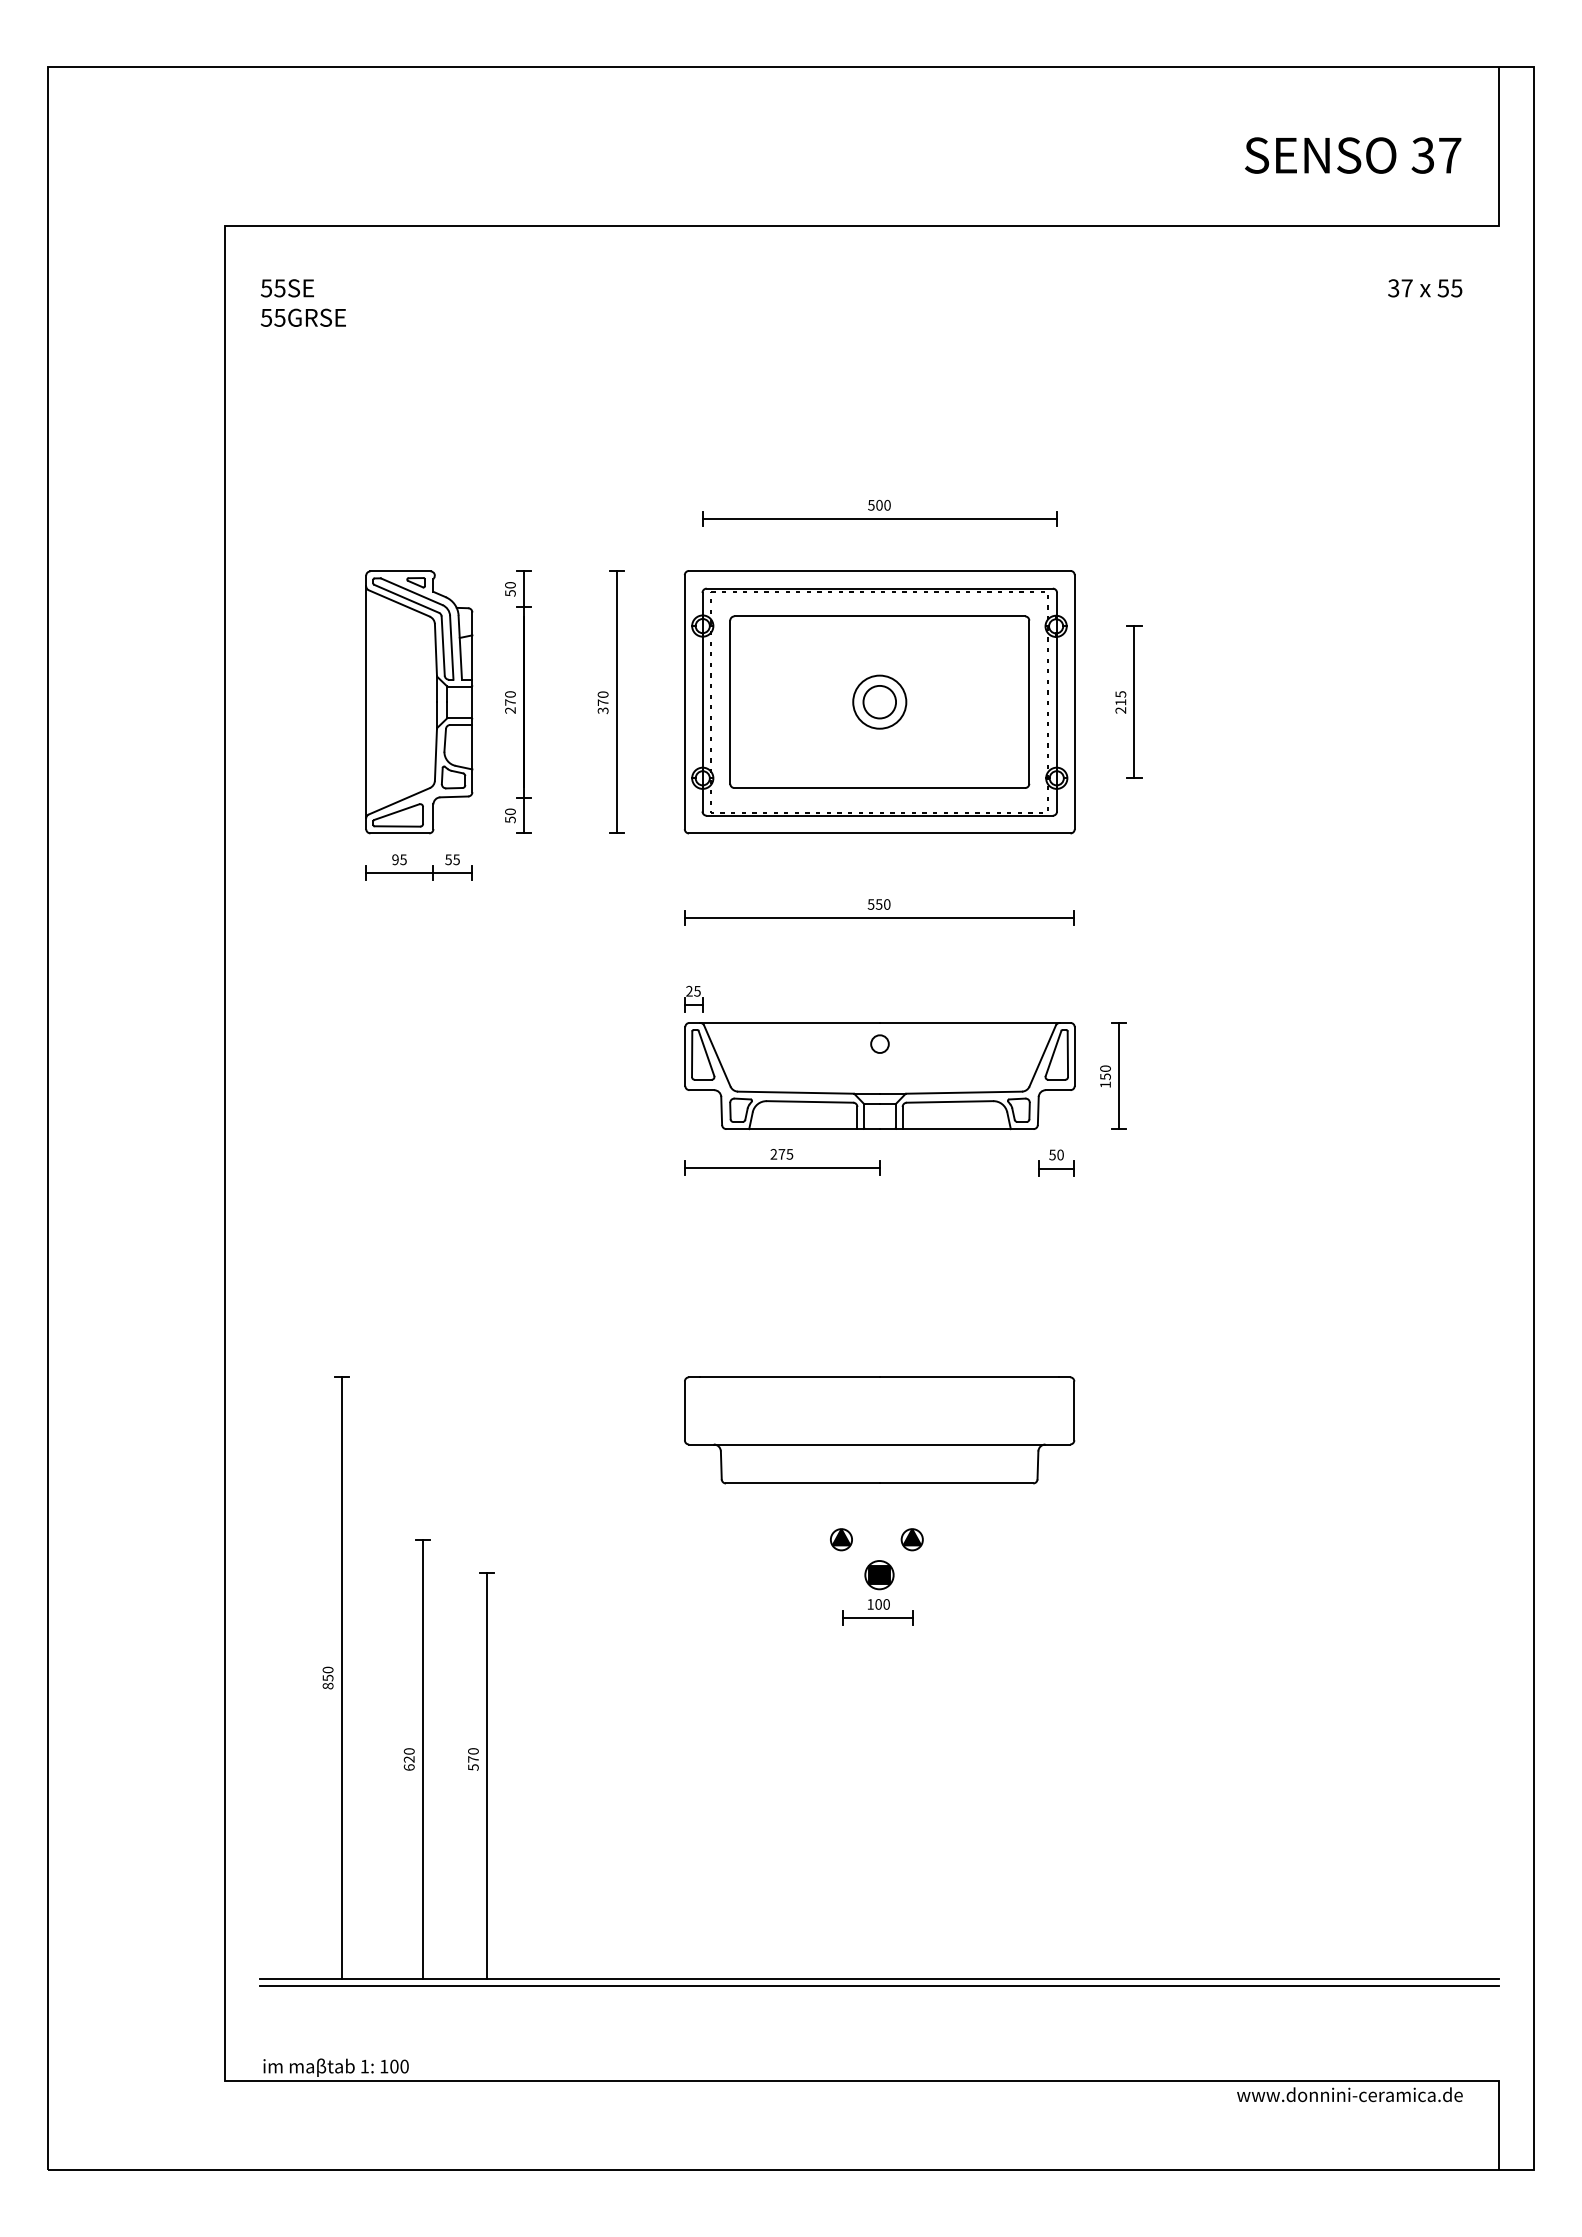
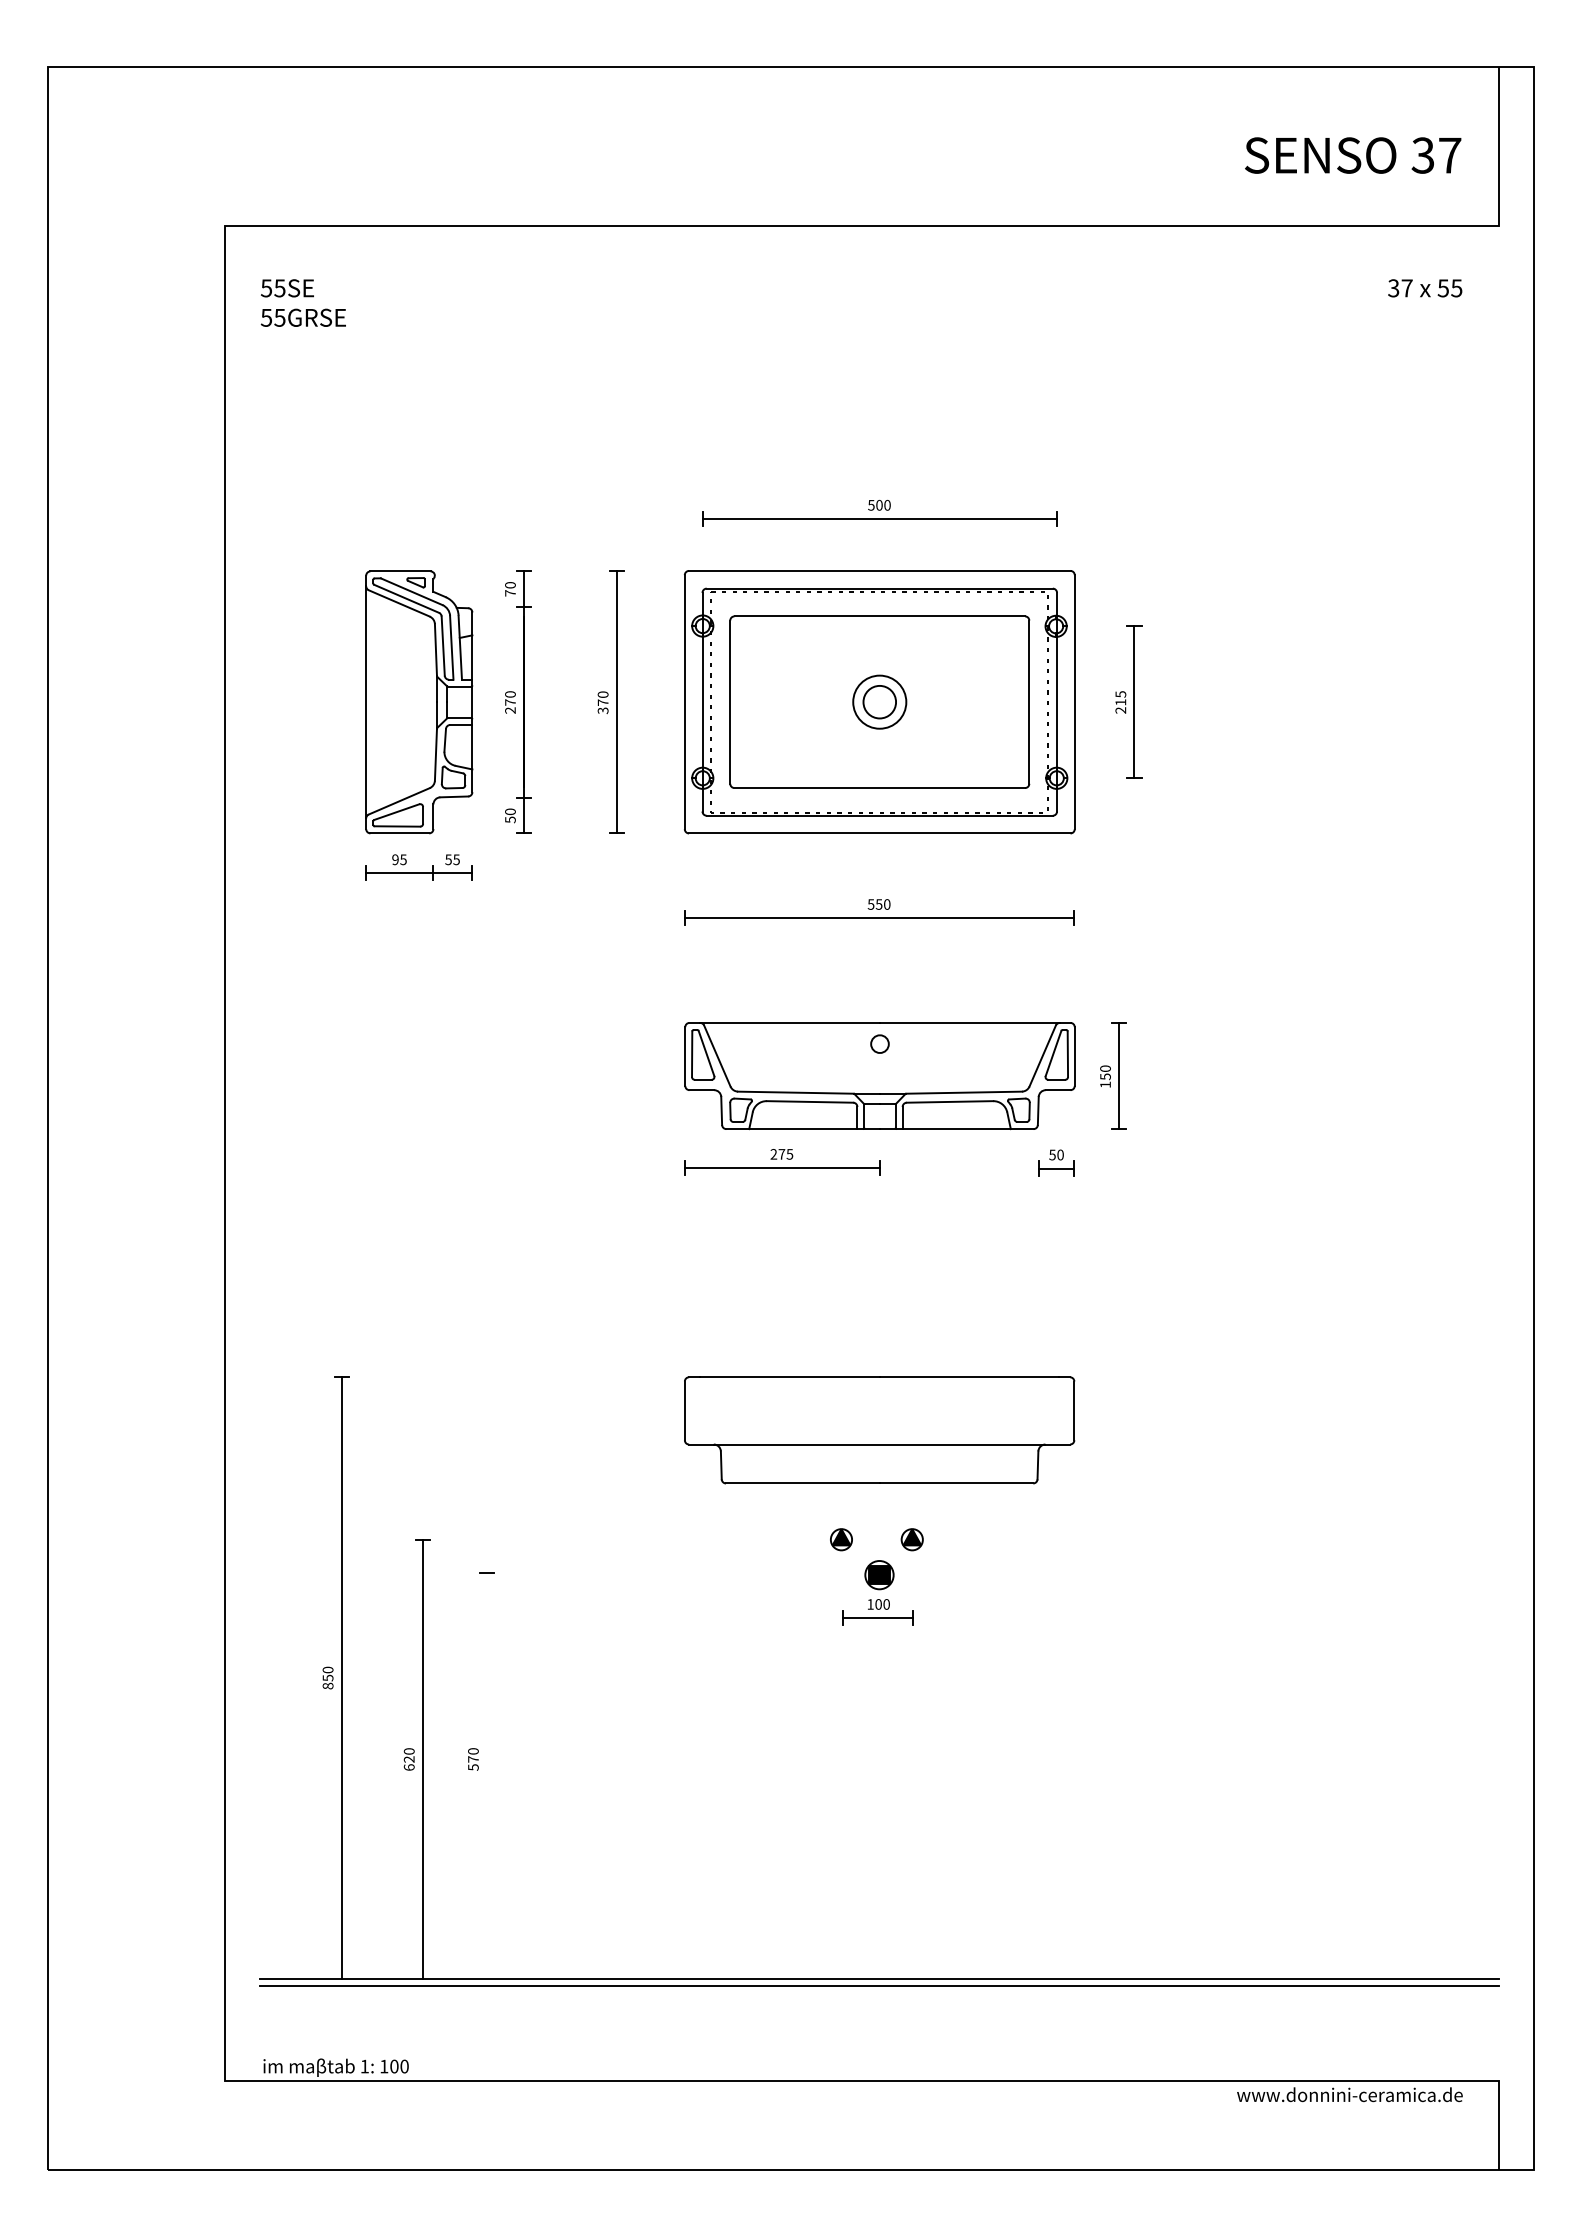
text at (510, 593): 50 -> 70
part at (693, 998): present -> none
line at (486, 1775): present -> none
